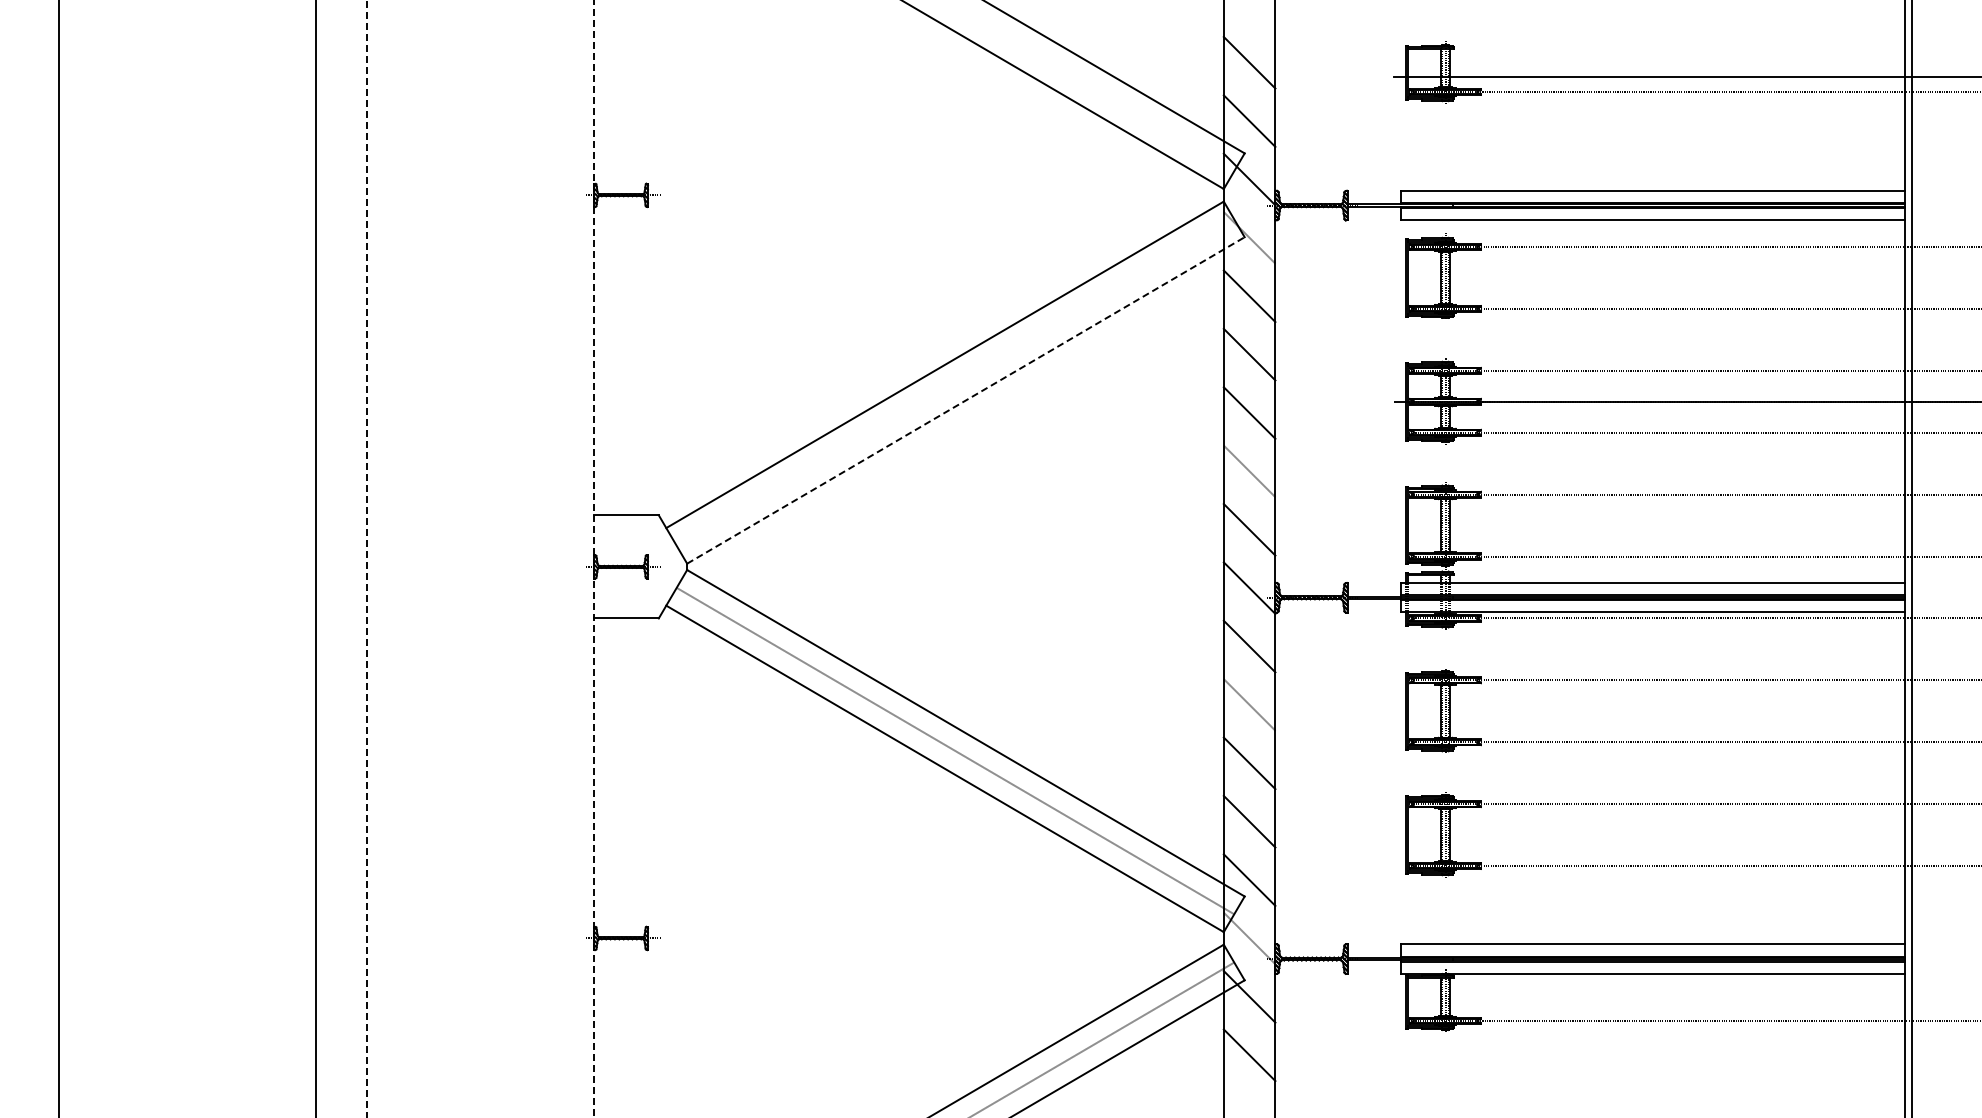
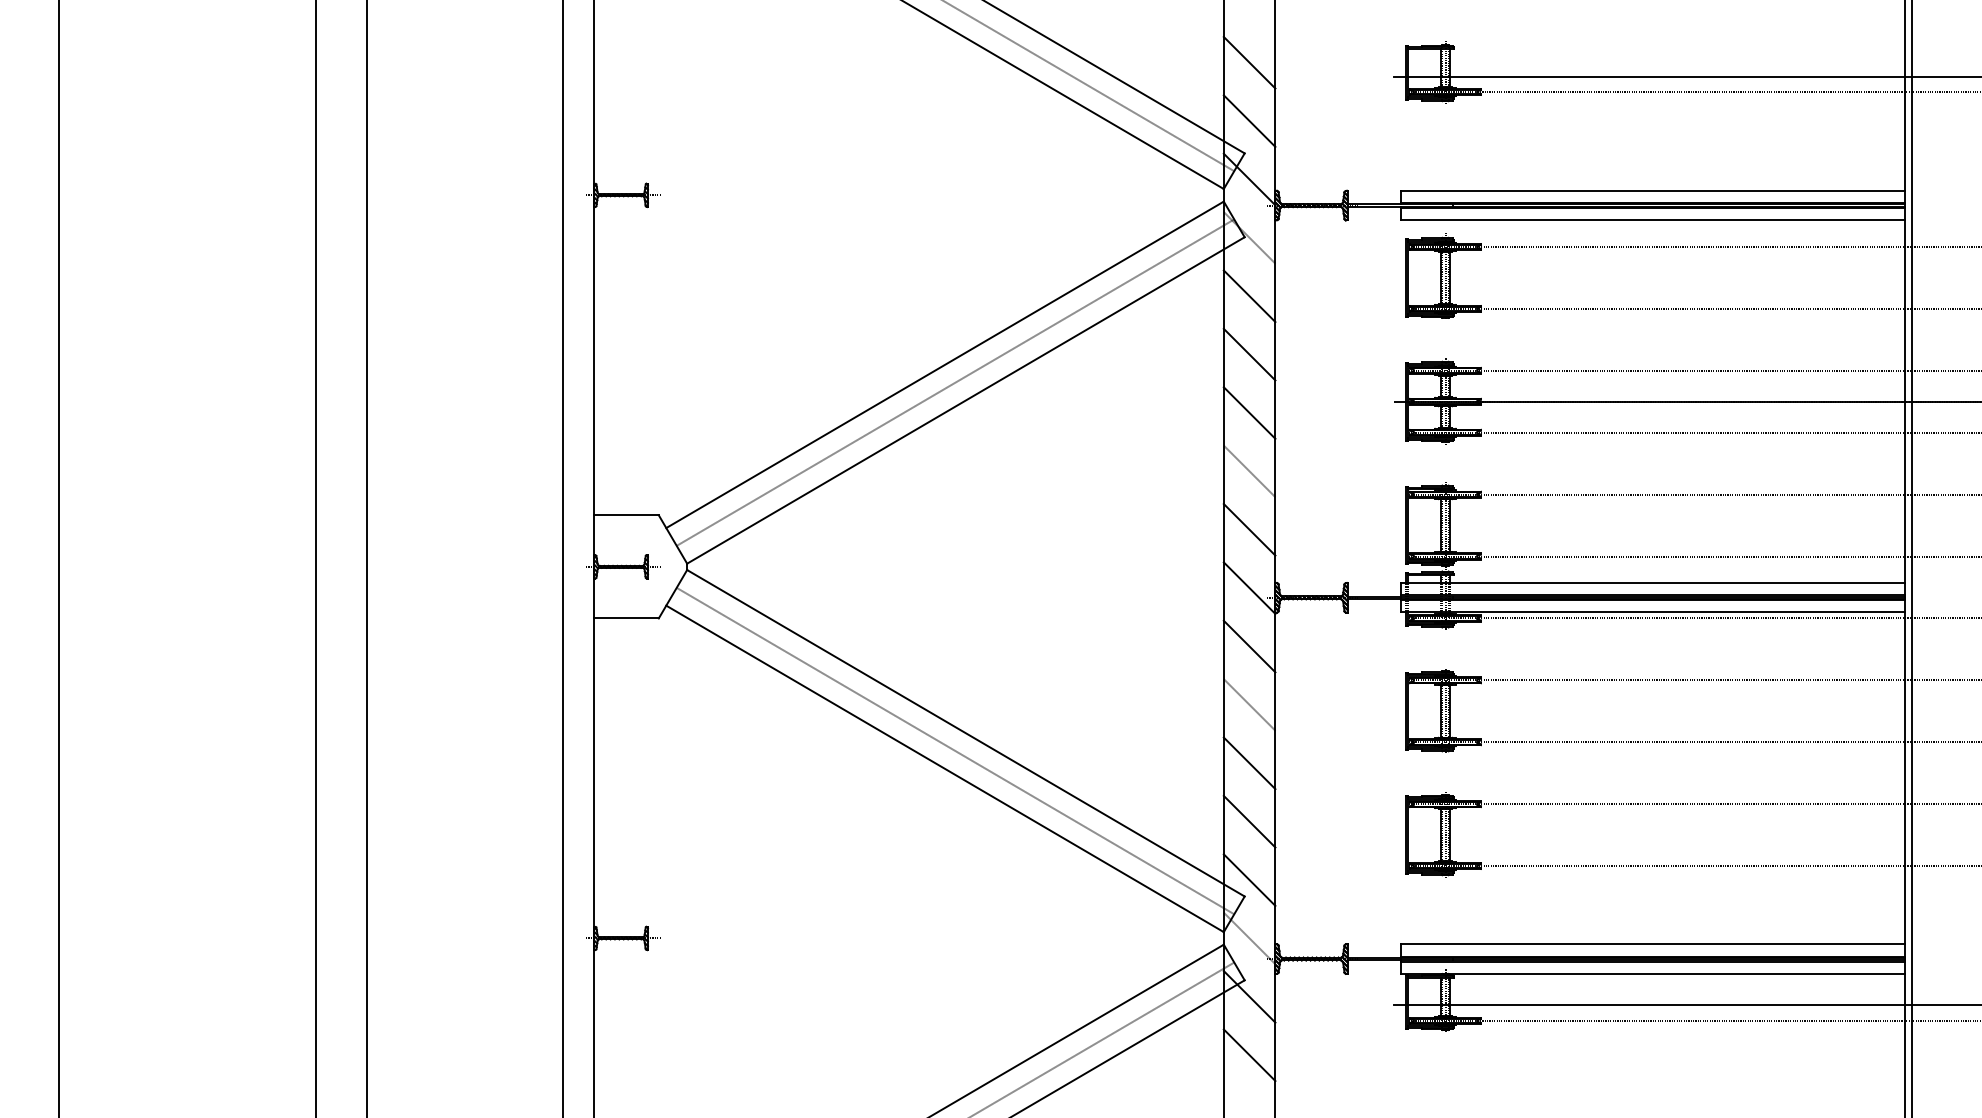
line at (1089, 86): none -> present
line at (955, 382): none -> present
line at (966, 400): dashed -> solid
line at (367, 558): dashed -> solid
line at (563, 558): none -> present
line at (594, 559): dashed -> solid
line at (1686, 1005): none -> present
